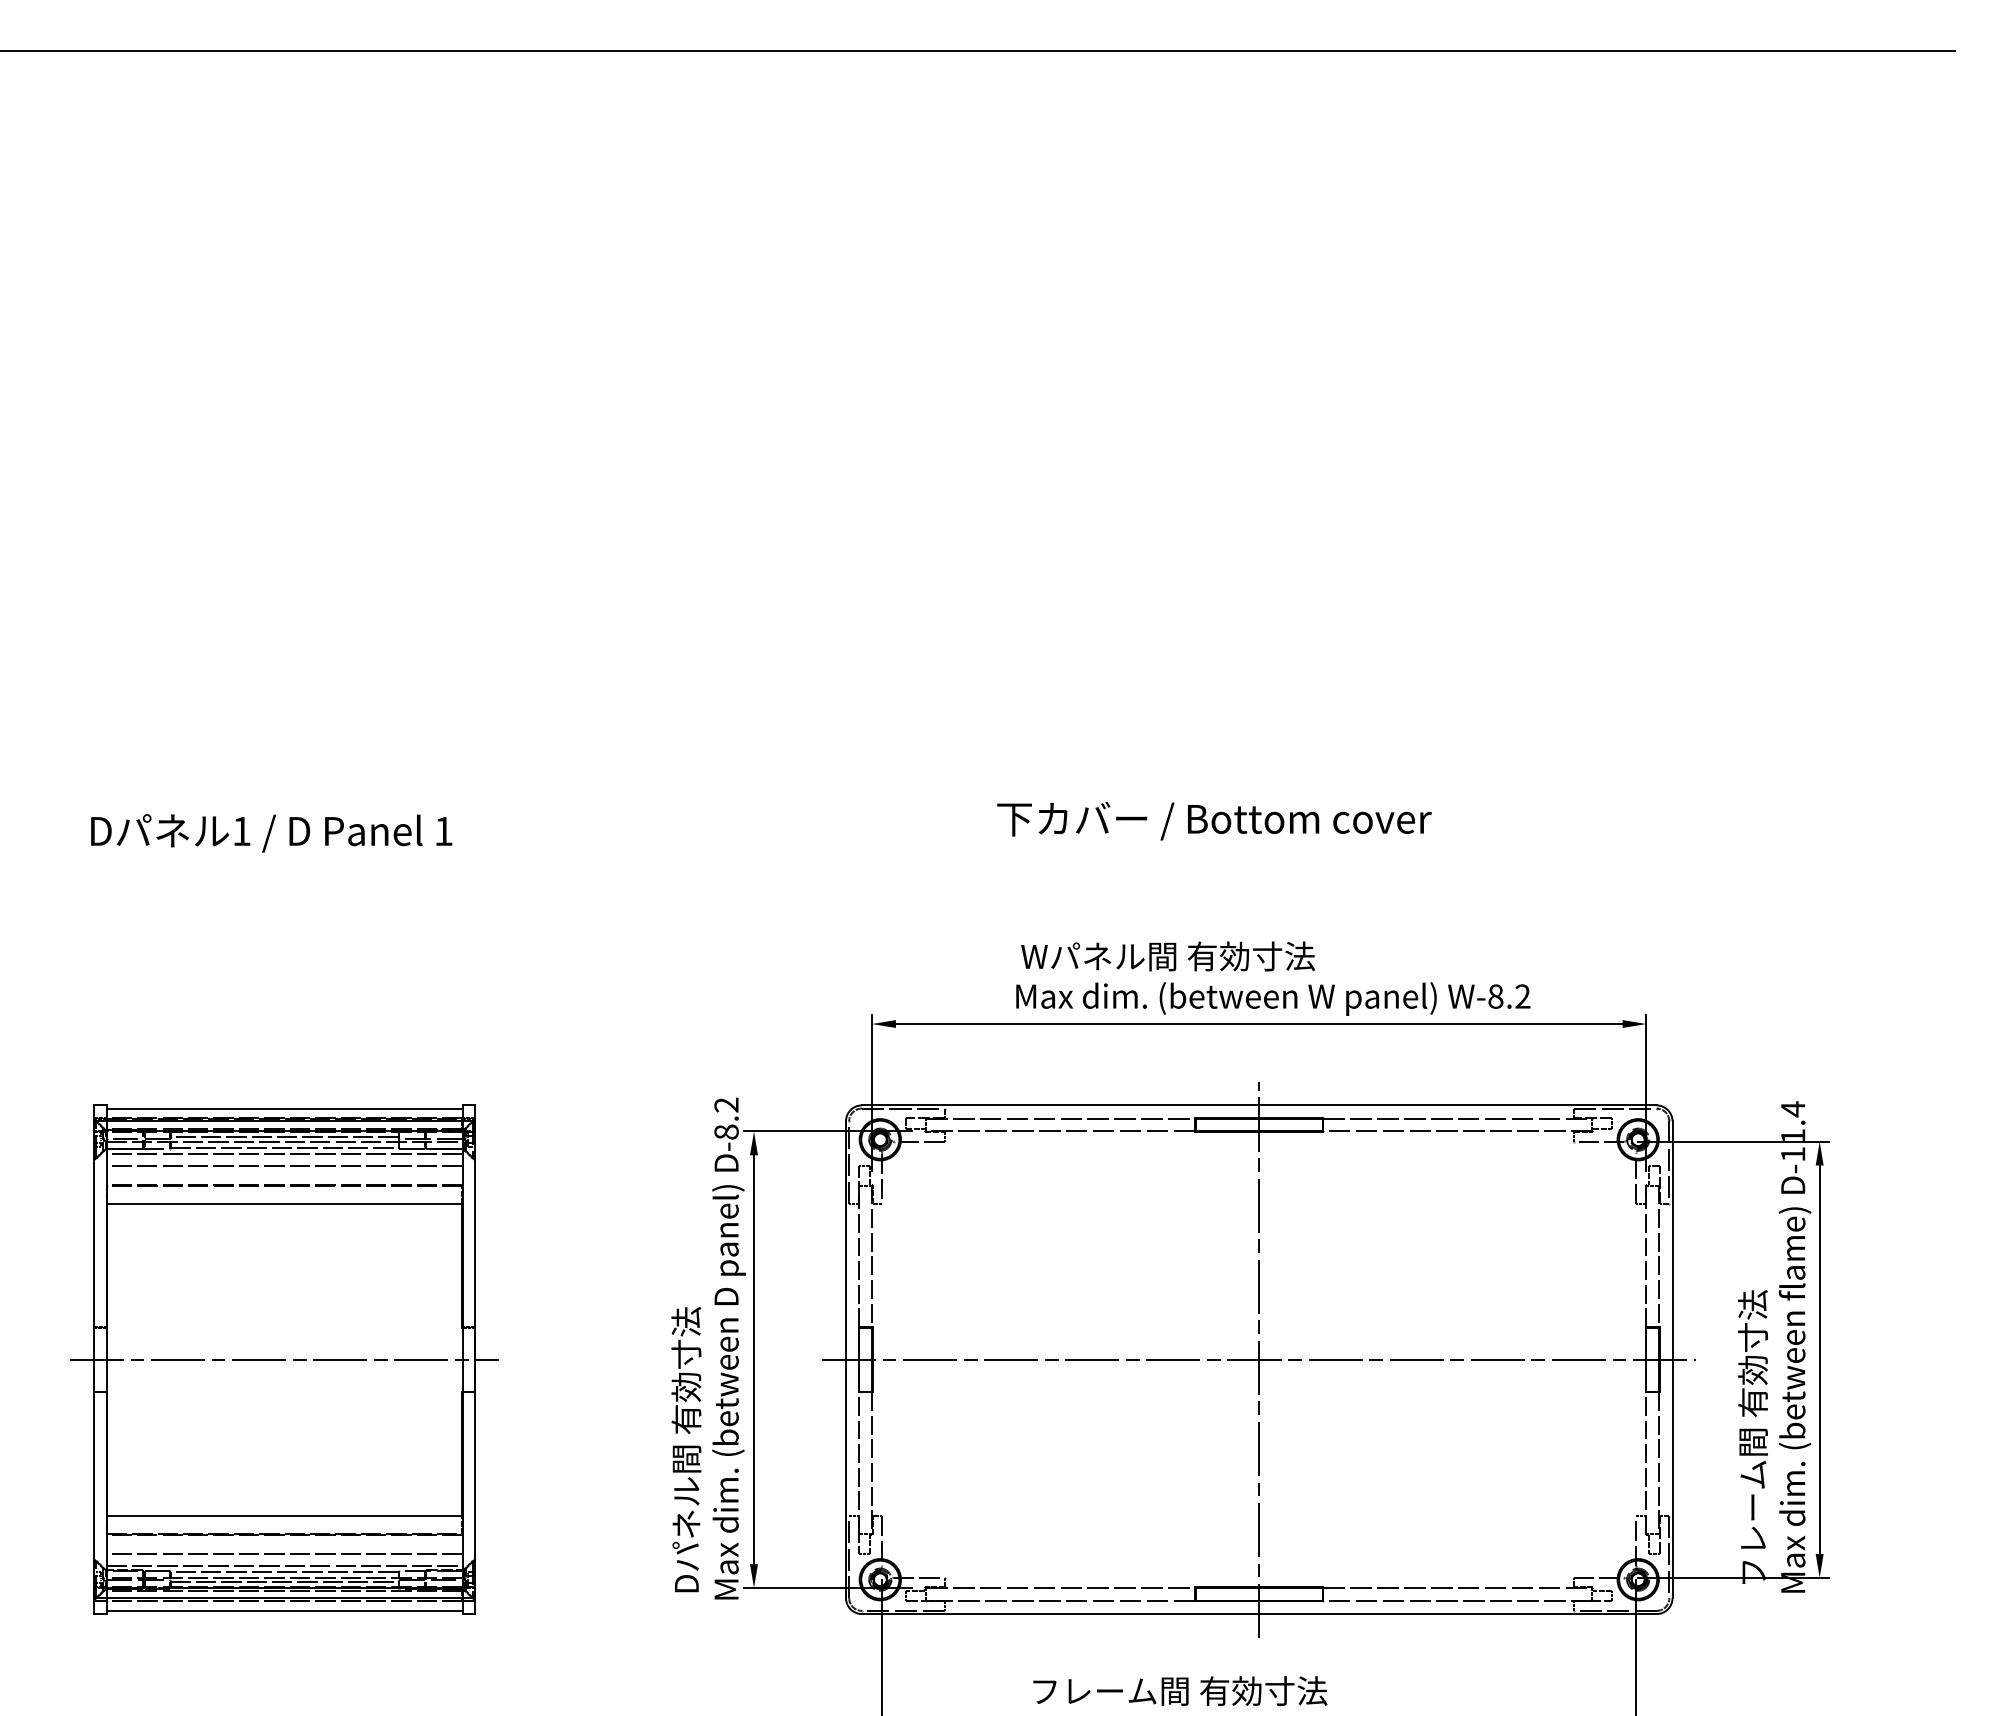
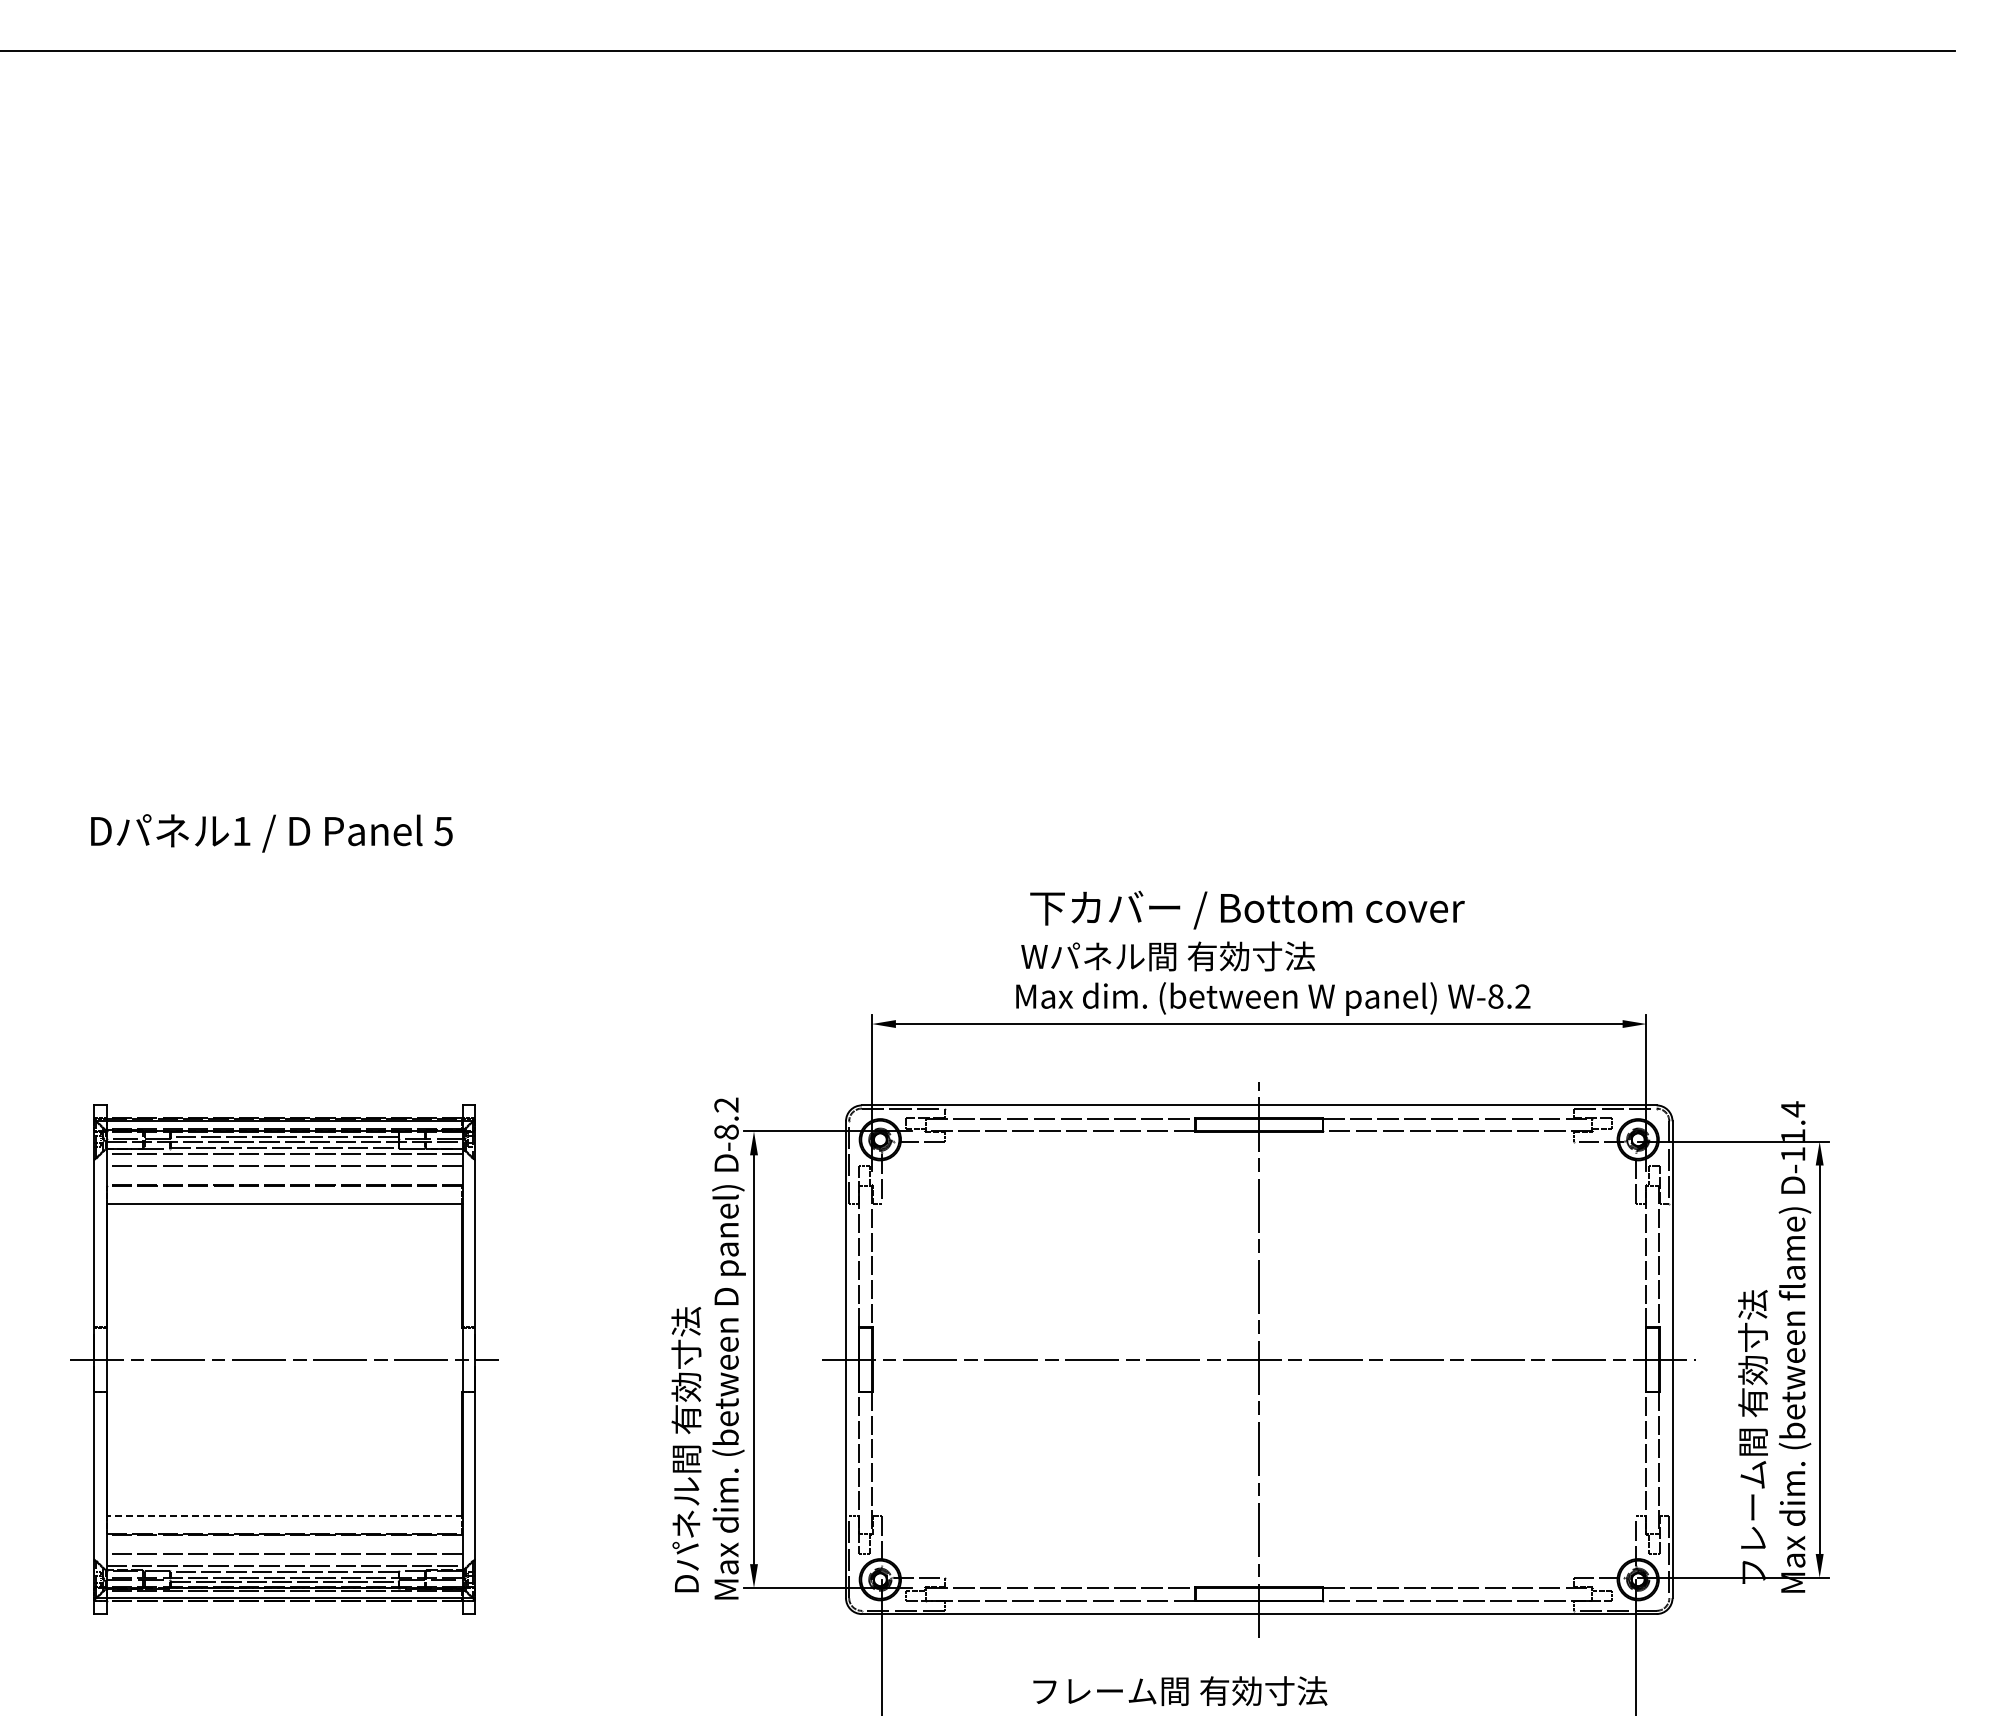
text at (1214, 820) position: (1214, 820) -> (1247, 909)
text at (443, 831): 1 -> 5
line at (284, 1108): present -> none
line at (284, 1515): solid -> dashed
line at (284, 1610): present -> none
